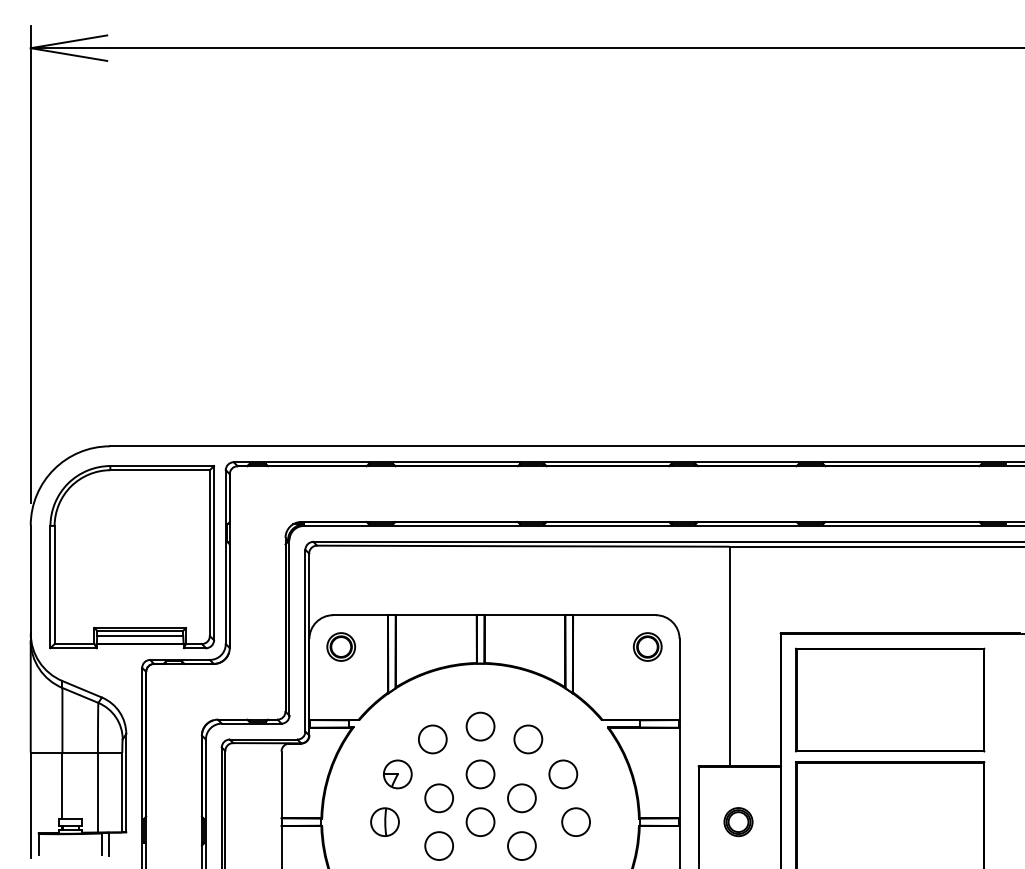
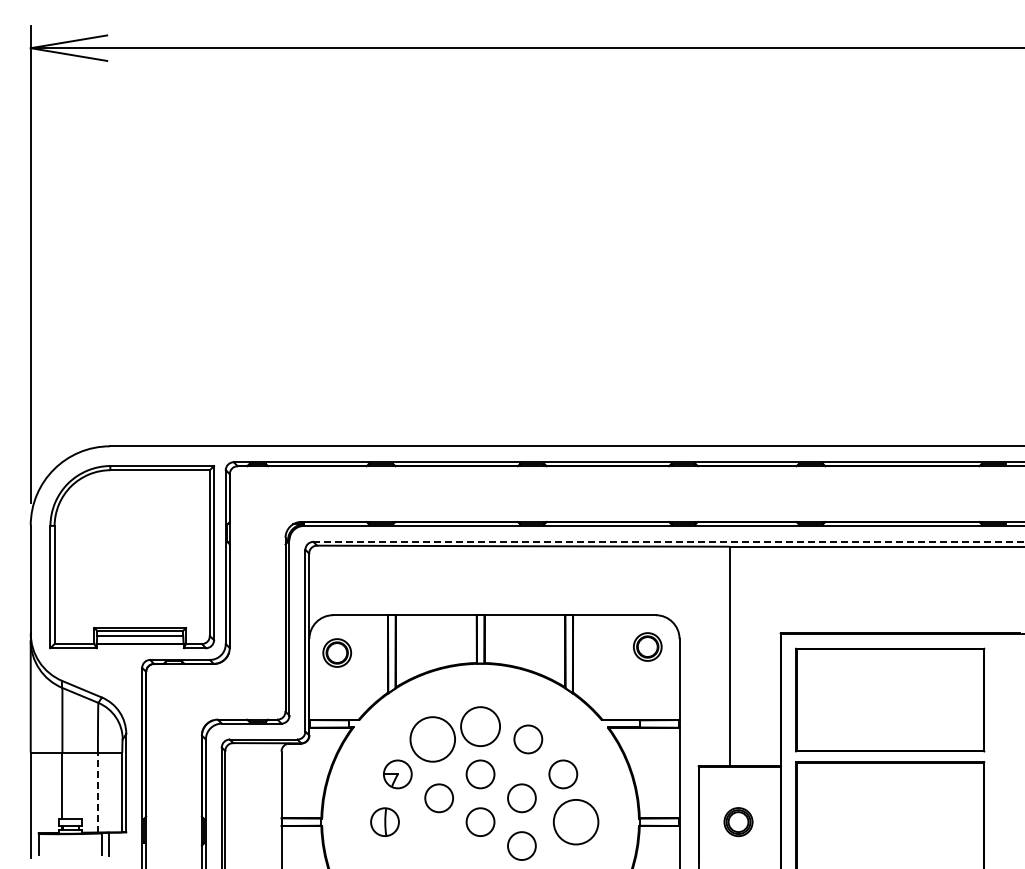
line at (669, 541): solid -> dashed
part at (341, 646) position: (341, 646) -> (337, 652)
circle at (480, 726) diameter: 28 px -> 39 px
circle at (432, 739) diameter: 28 px -> 45 px
line at (97, 792): solid -> dashed
circle at (576, 822) diameter: 28 px -> 45 px
circle at (438, 845): present -> none
